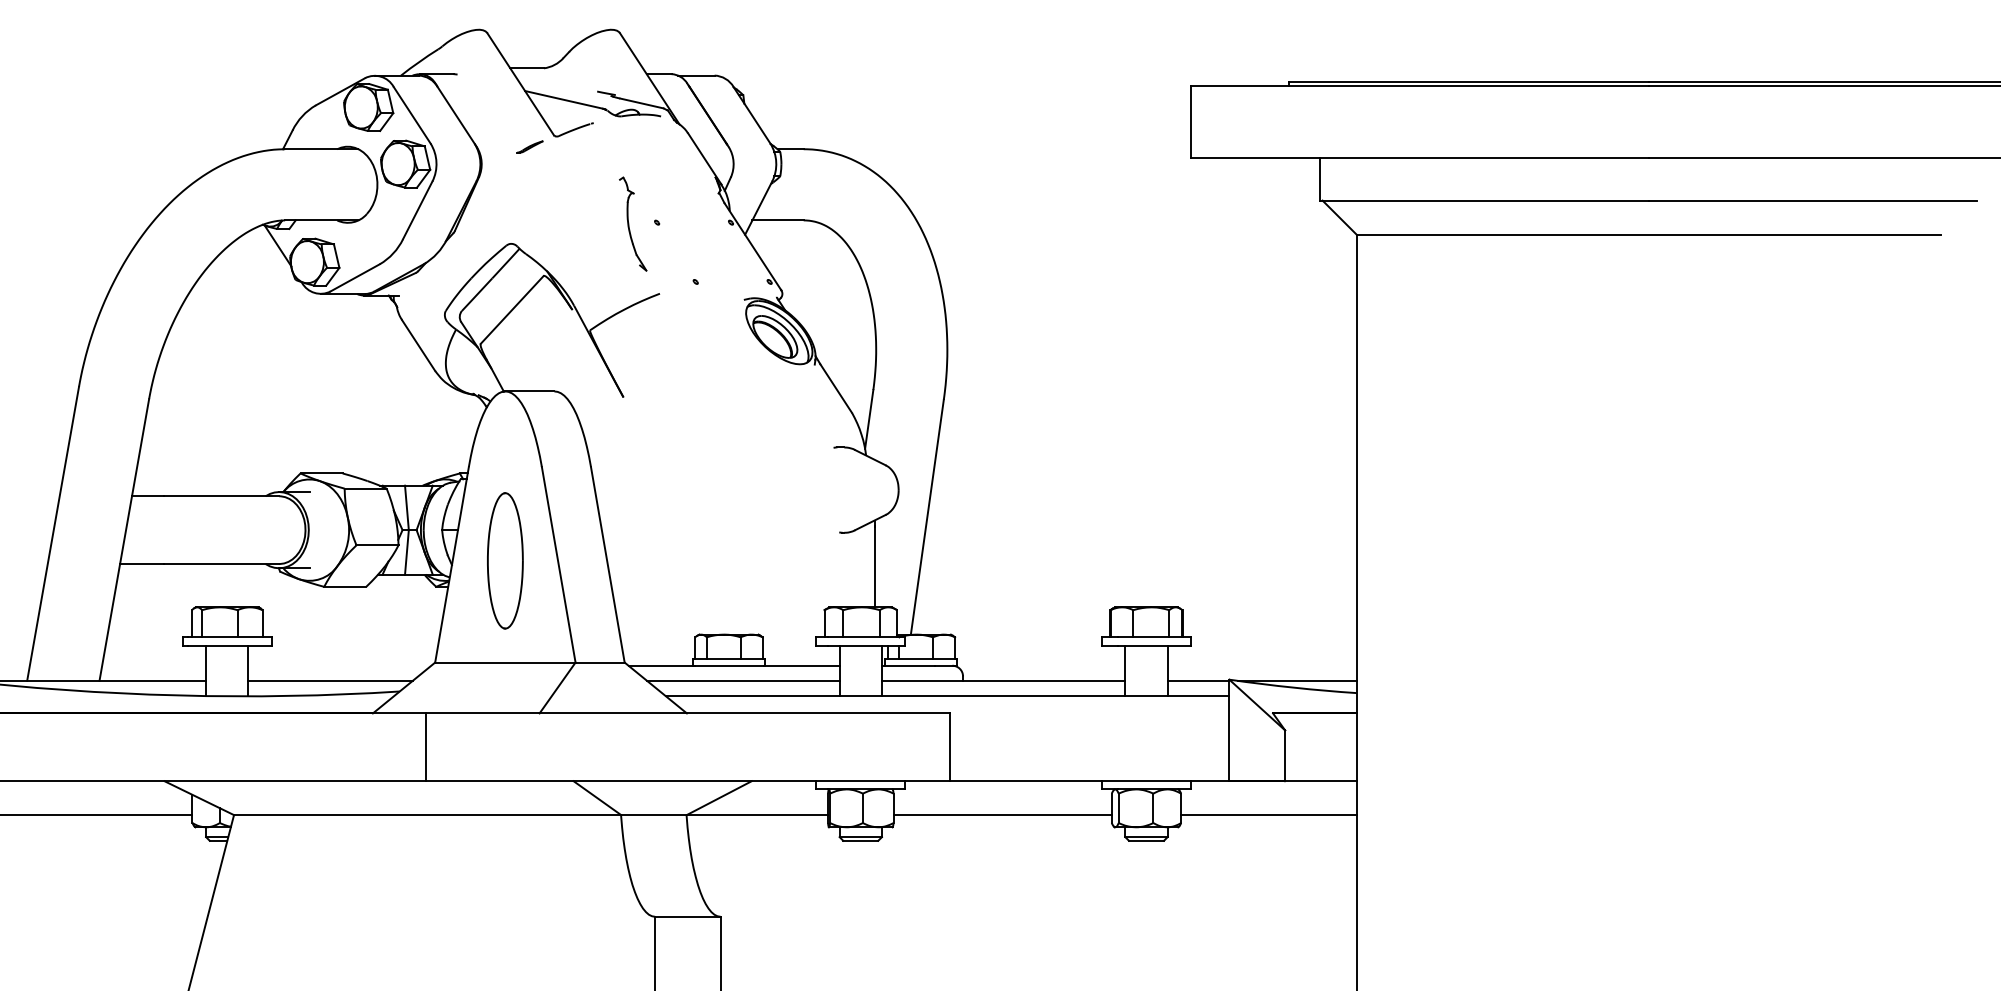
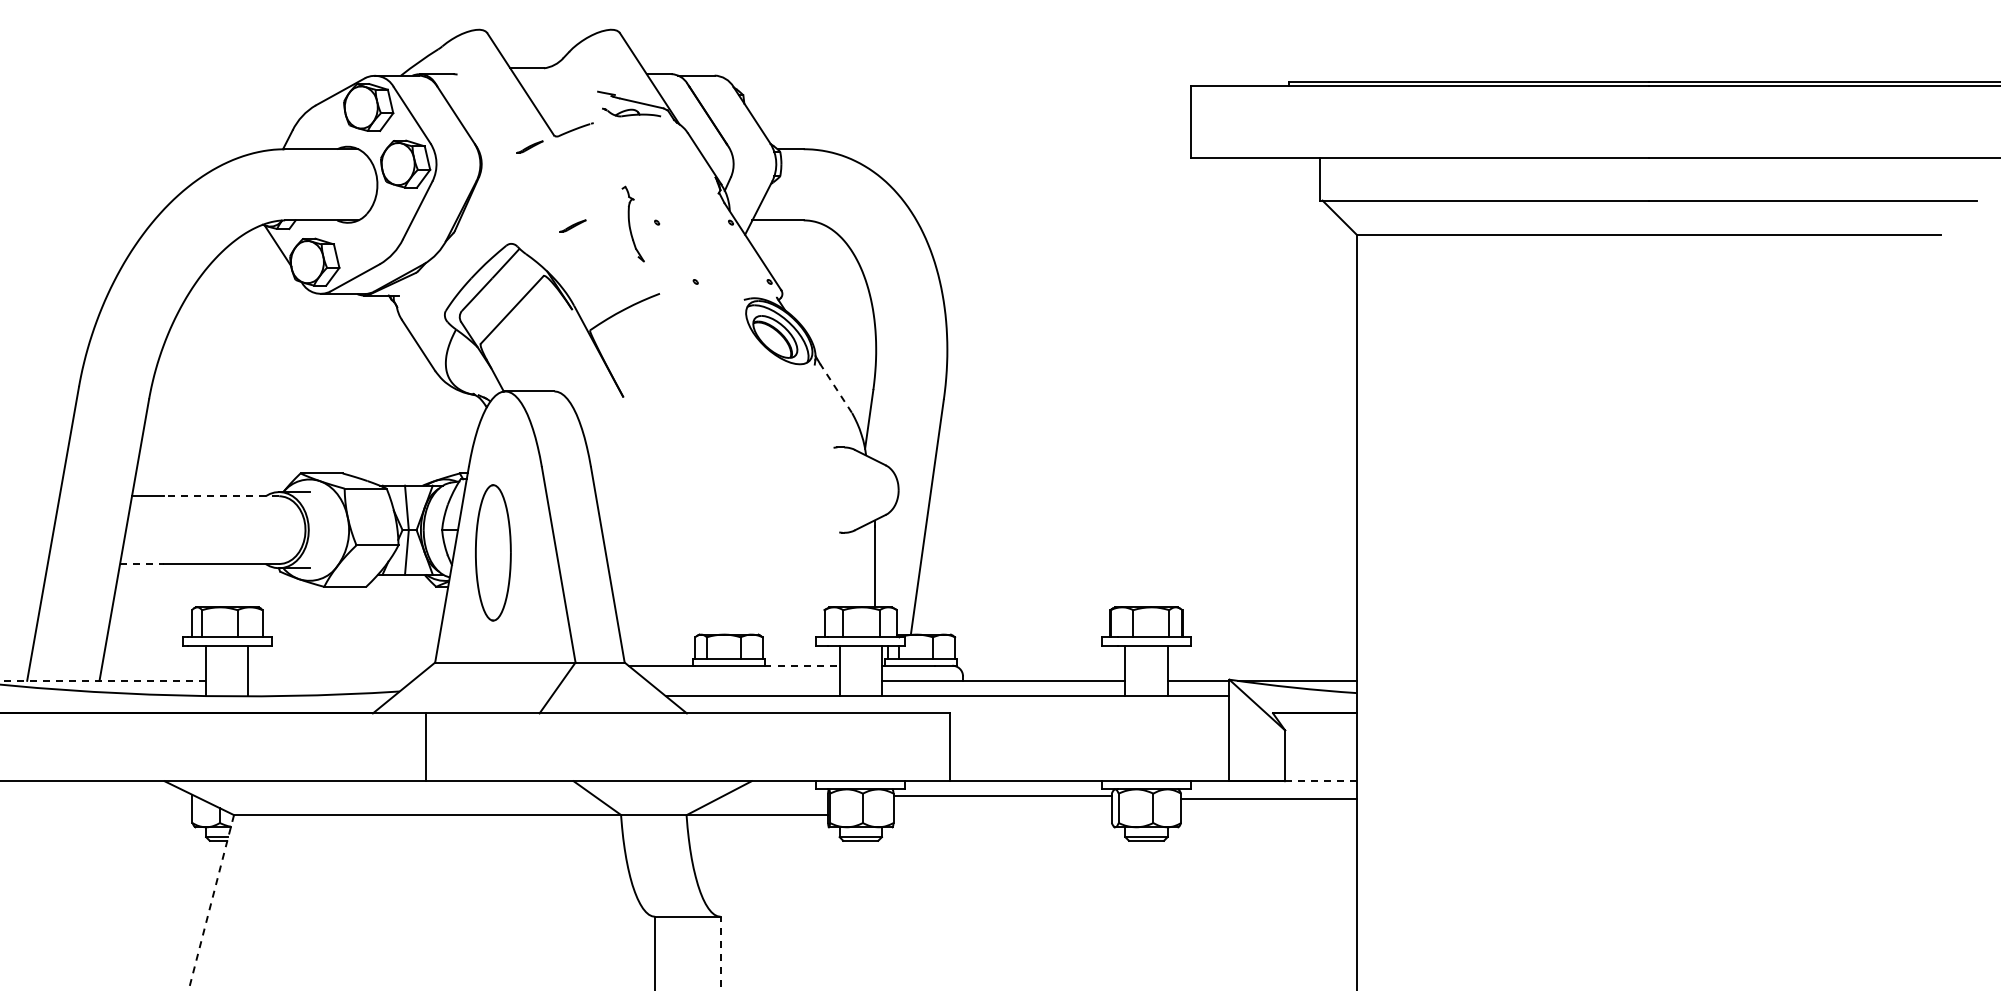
line at (564, 99): present -> none
part at (633, 223) size: 29x96 px -> 24x78 px
line at (572, 225): none -> present
line at (835, 387): solid -> dashed
line at (221, 496): solid -> dashed
part at (505, 560) position: (505, 560) -> (493, 552)
line at (142, 564): solid -> dashed
line at (802, 665): solid -> dashed
line at (103, 680): solid -> dashed
line at (330, 680): present -> none
line at (742, 680): present -> none
line at (1320, 781): solid -> dashed
line at (97, 815): present -> none
line at (1002, 815) position: (1002, 815) -> (1002, 796)
line at (1268, 815) position: (1268, 815) -> (1268, 799)
line at (211, 902): solid -> dashed
line at (720, 953): solid -> dashed
